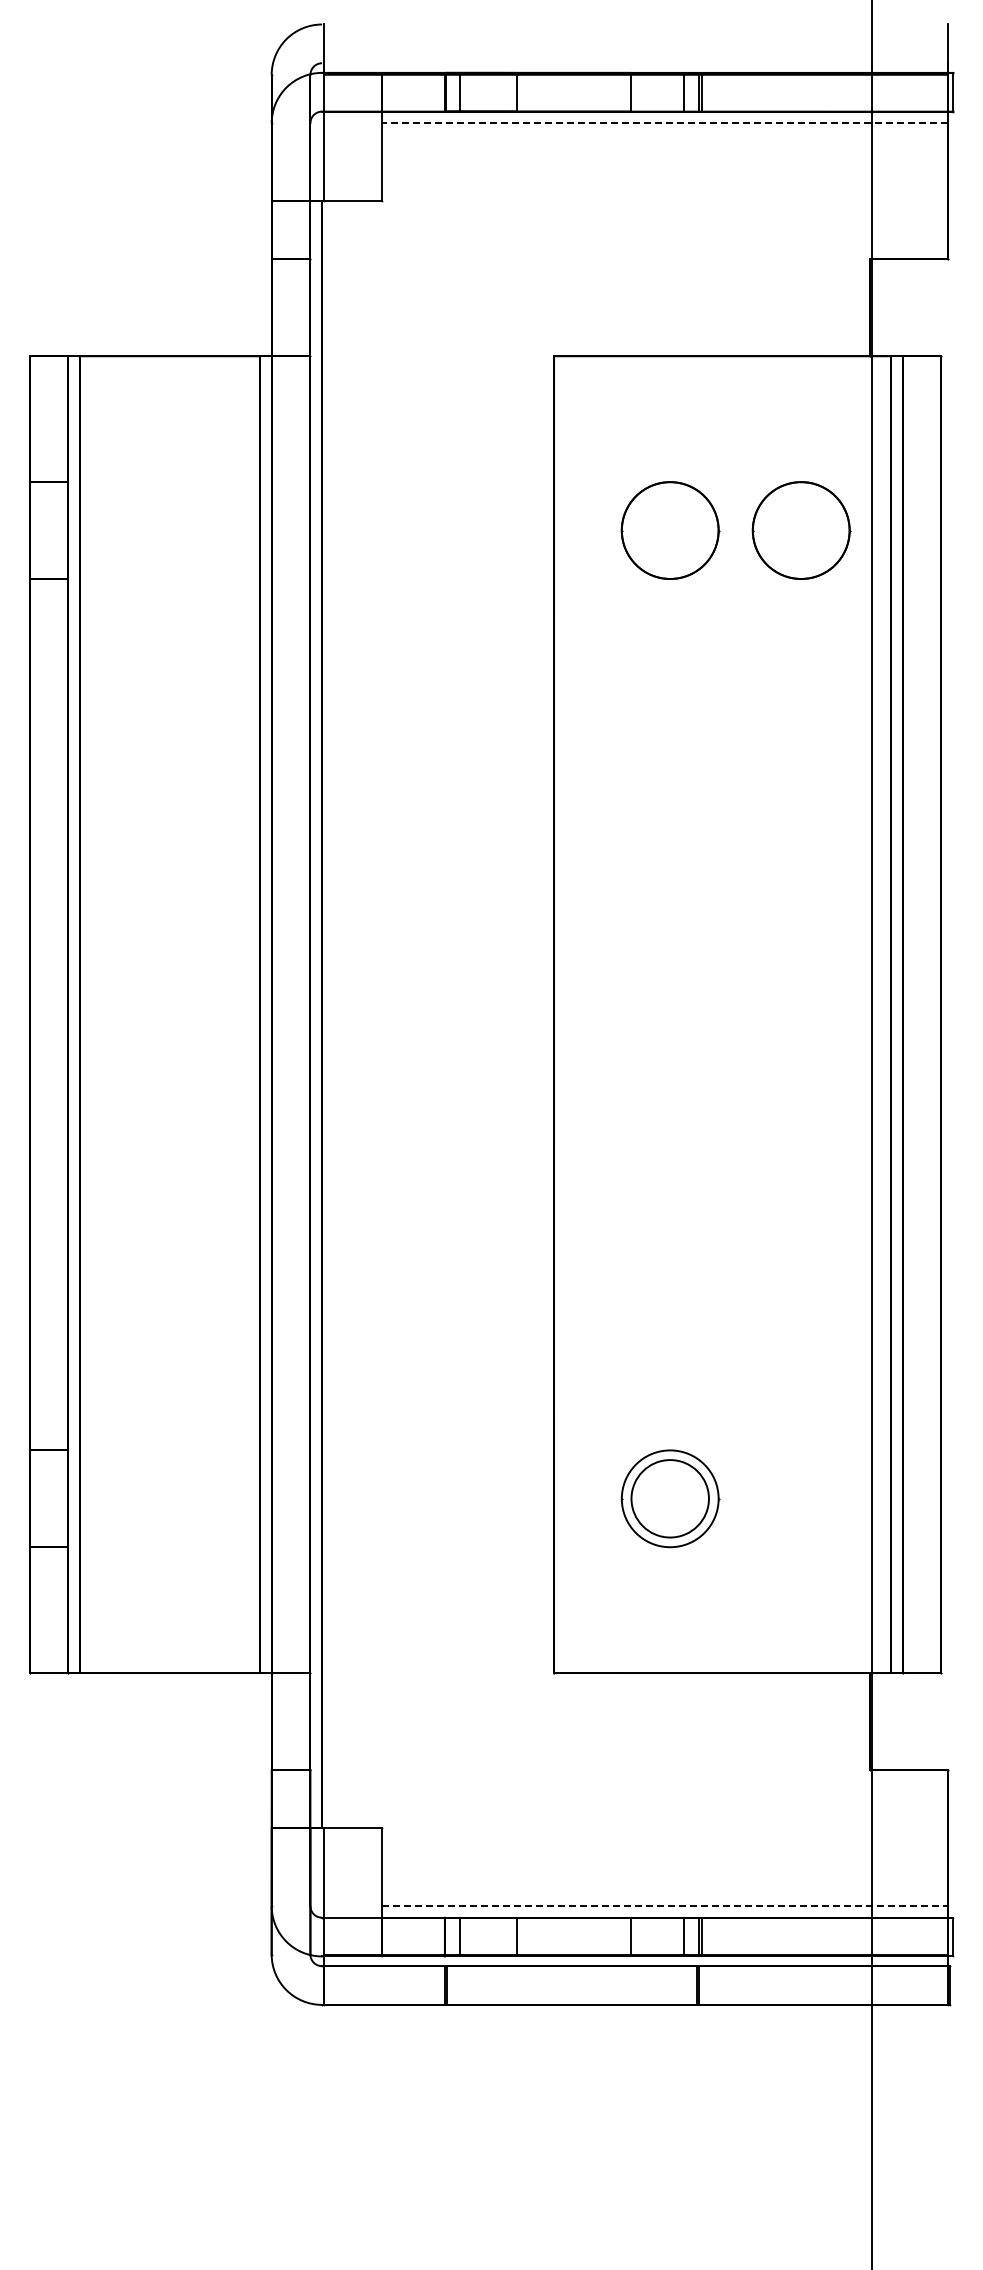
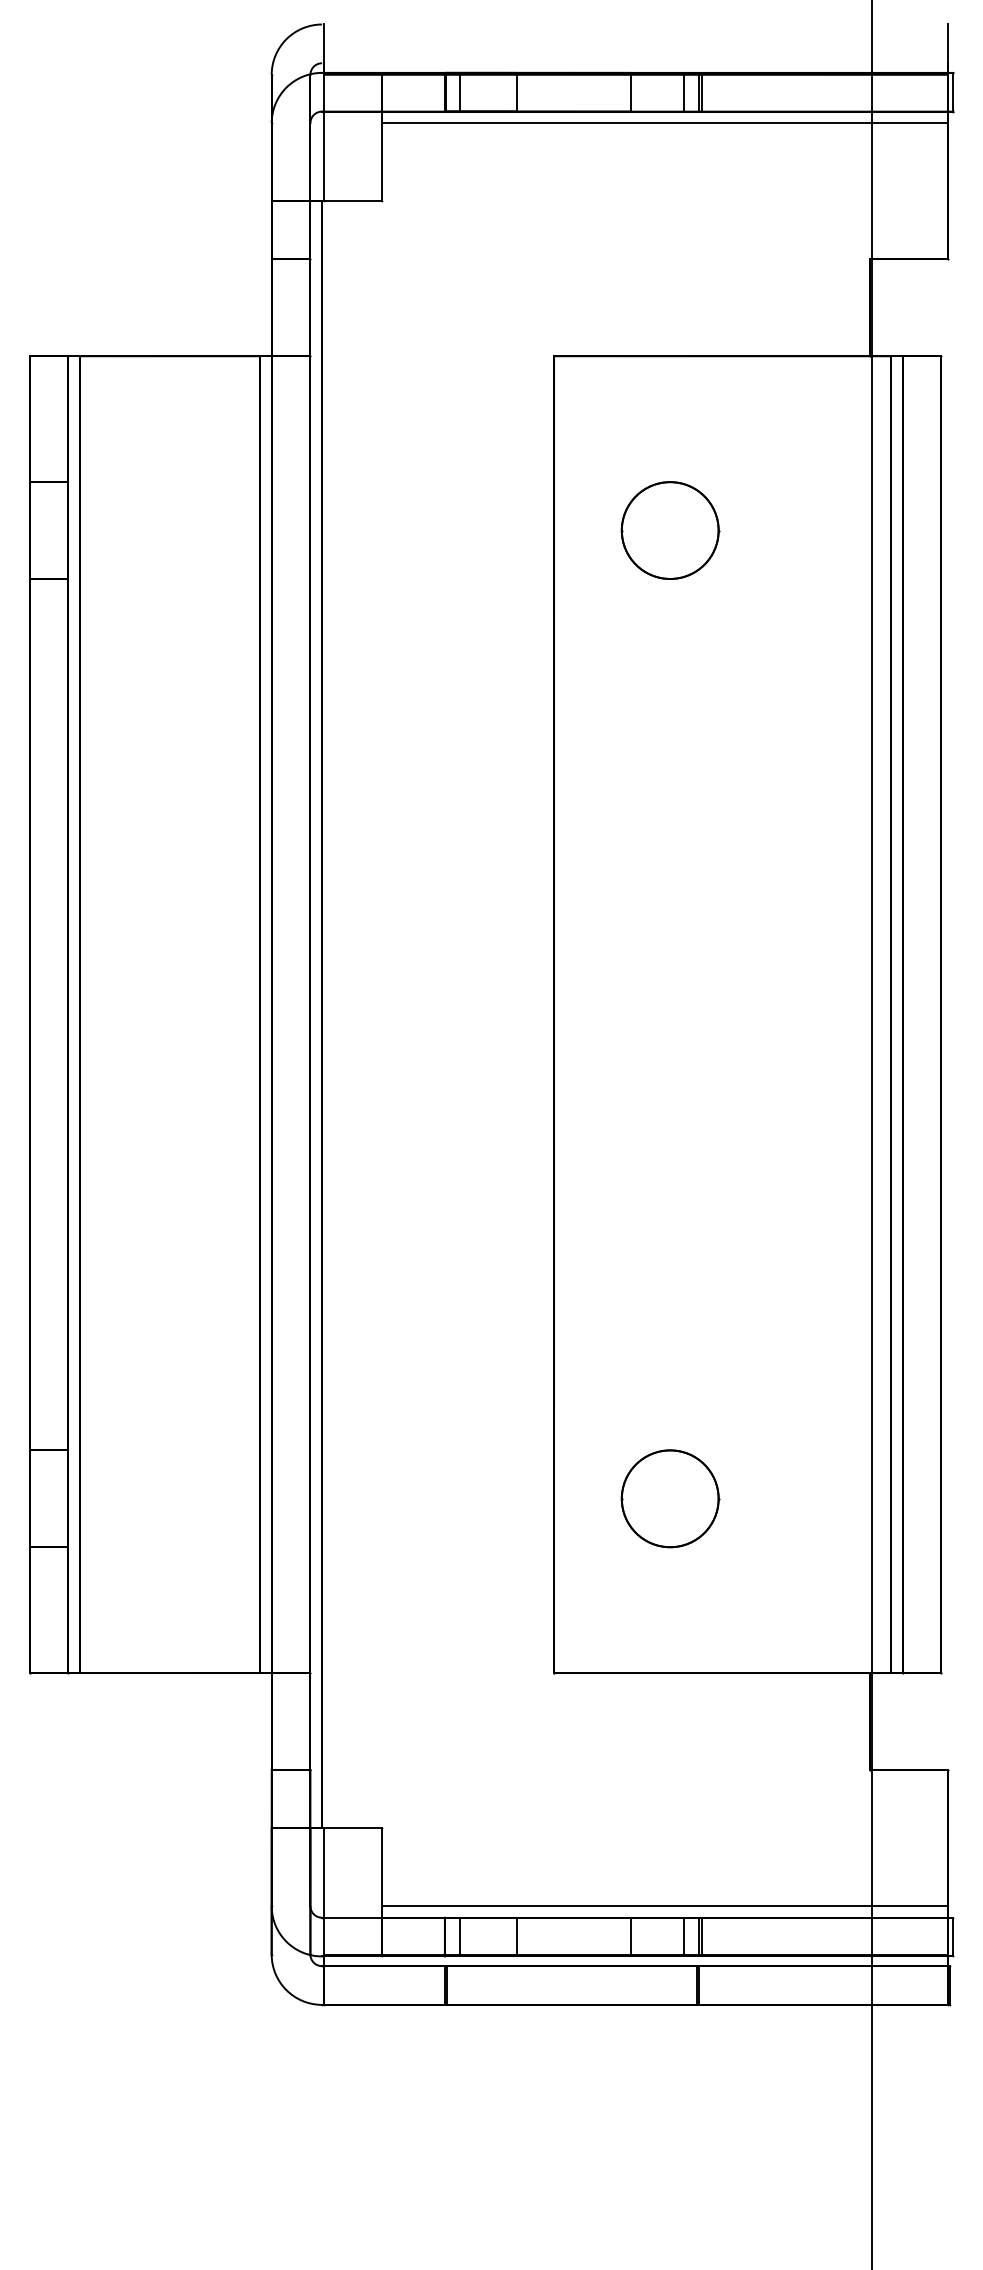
line at (665, 123): dashed -> solid
part at (801, 530): present -> none
circle at (669, 1498) diameter: 77 px -> 97 px
line at (665, 1906): dashed -> solid
